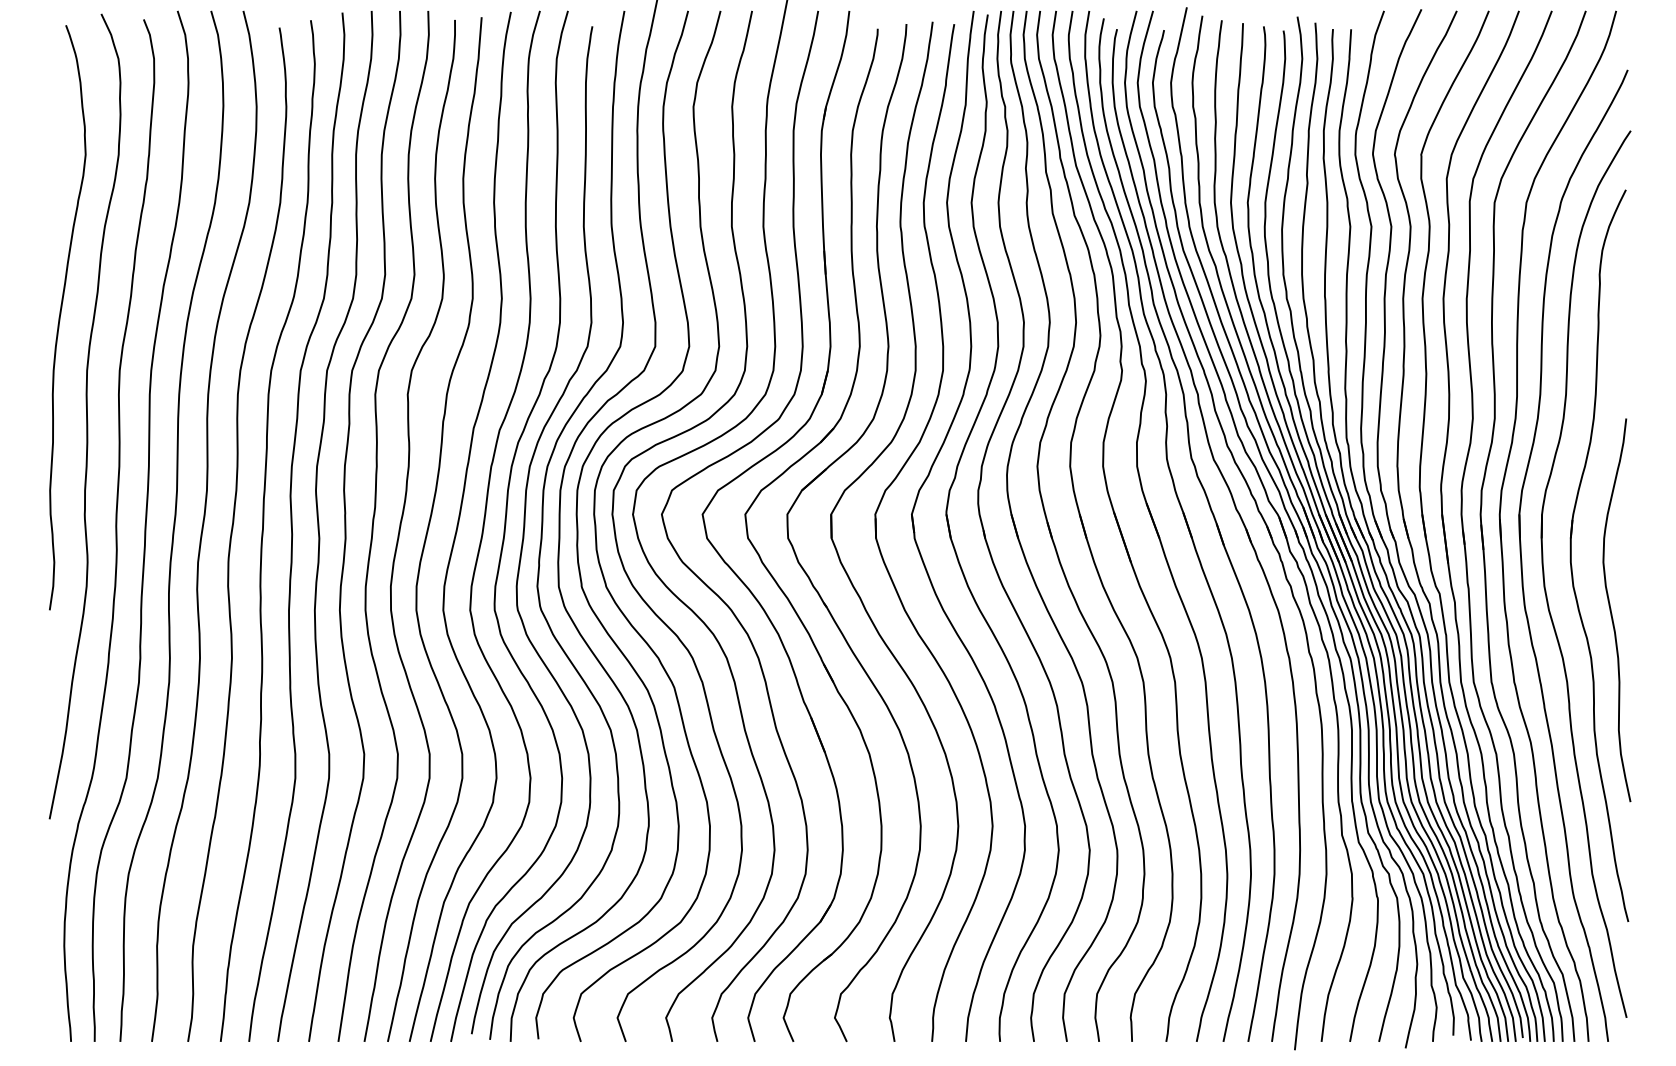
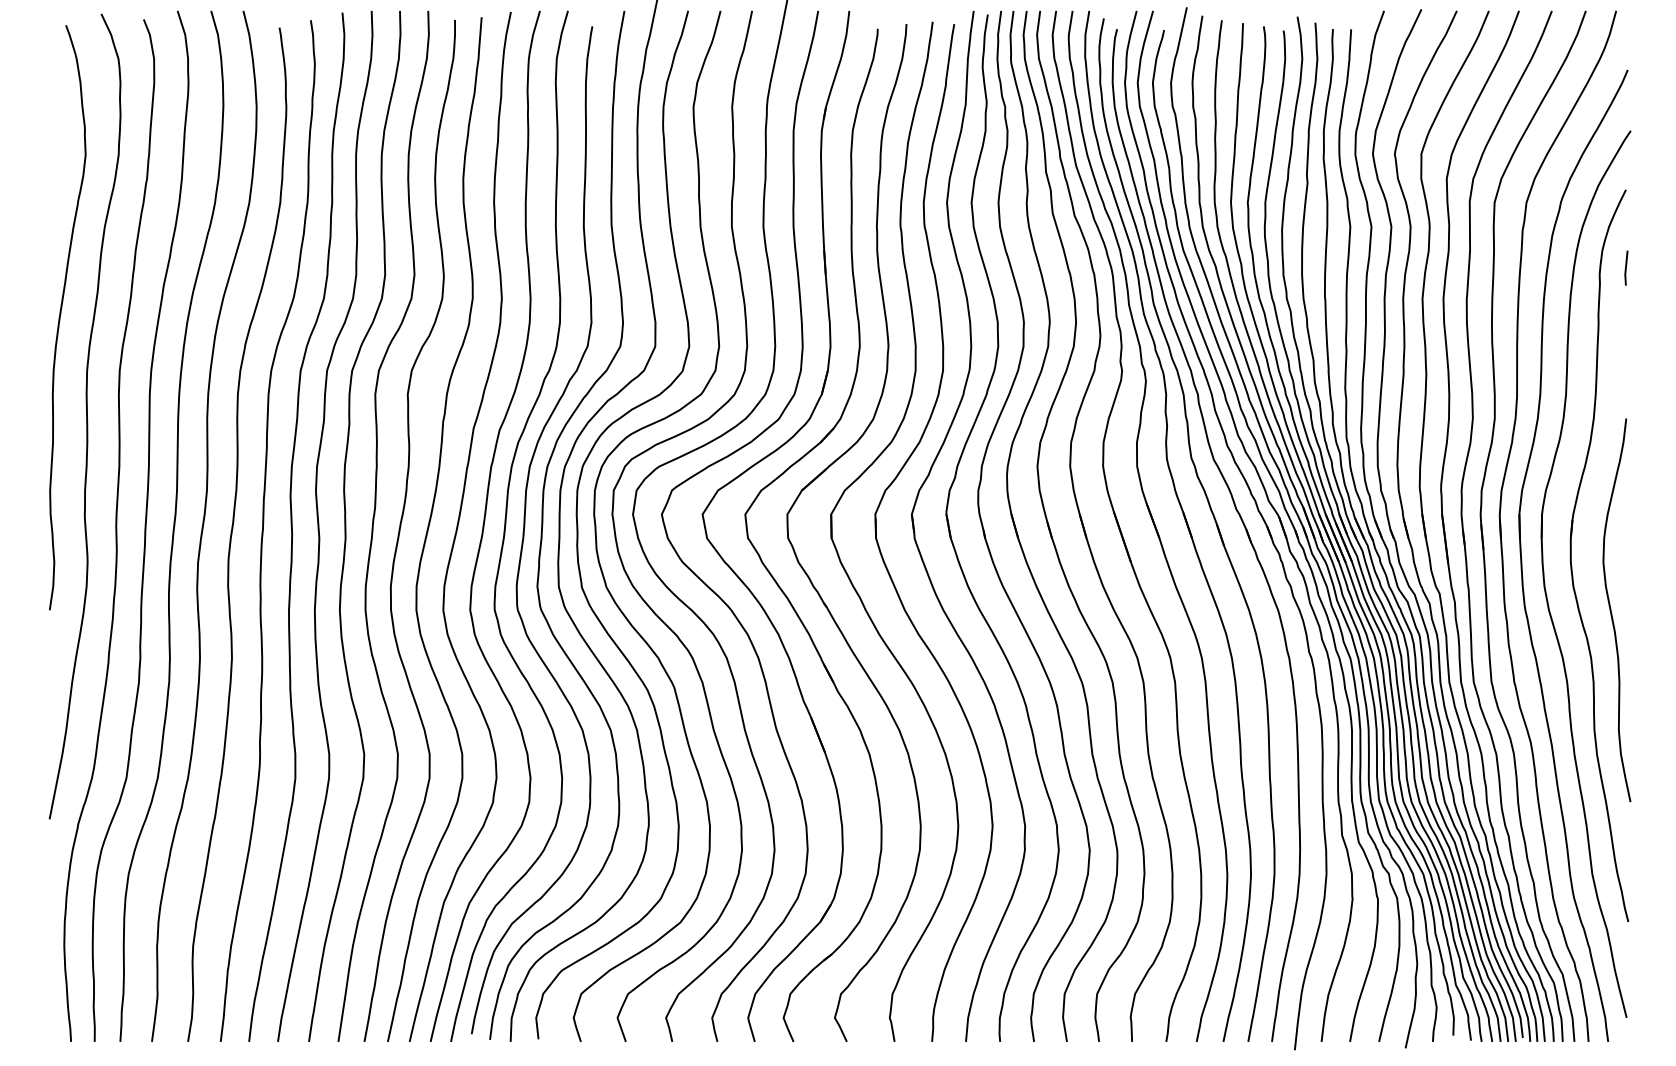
line at (1626, 267): none -> present
